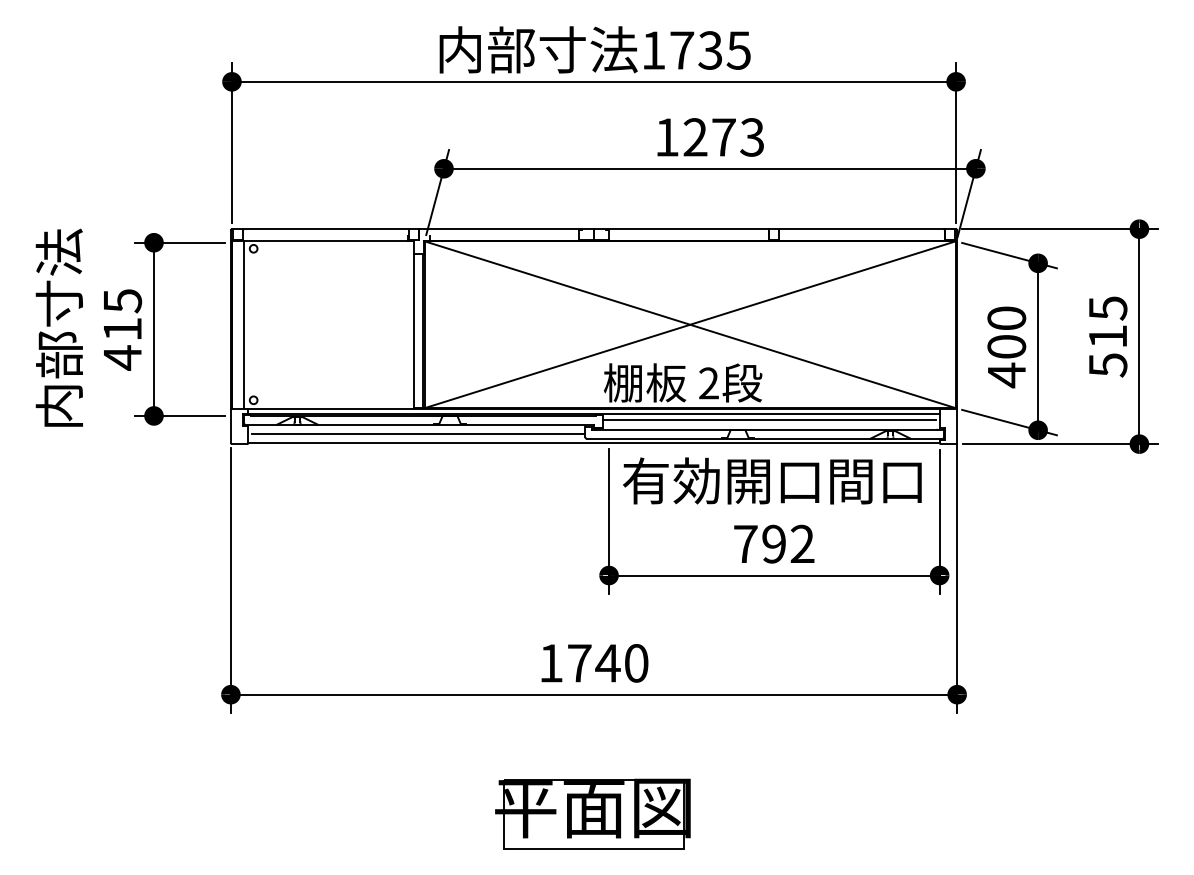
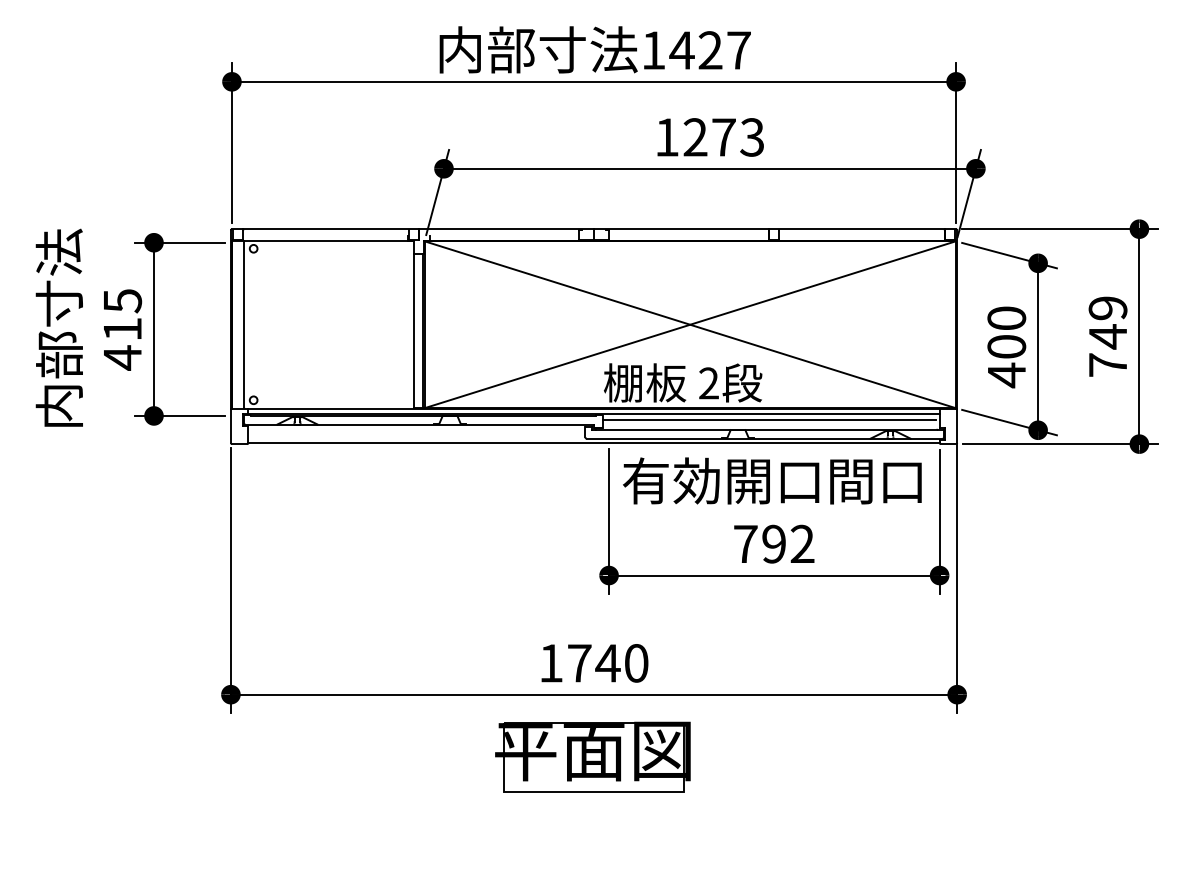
text at (709, 50): 1735 -> 1427
text at (1107, 336): 515 -> 749
line at (418, 434): present -> none
part at (592, 813) position: (592, 813) -> (592, 756)
